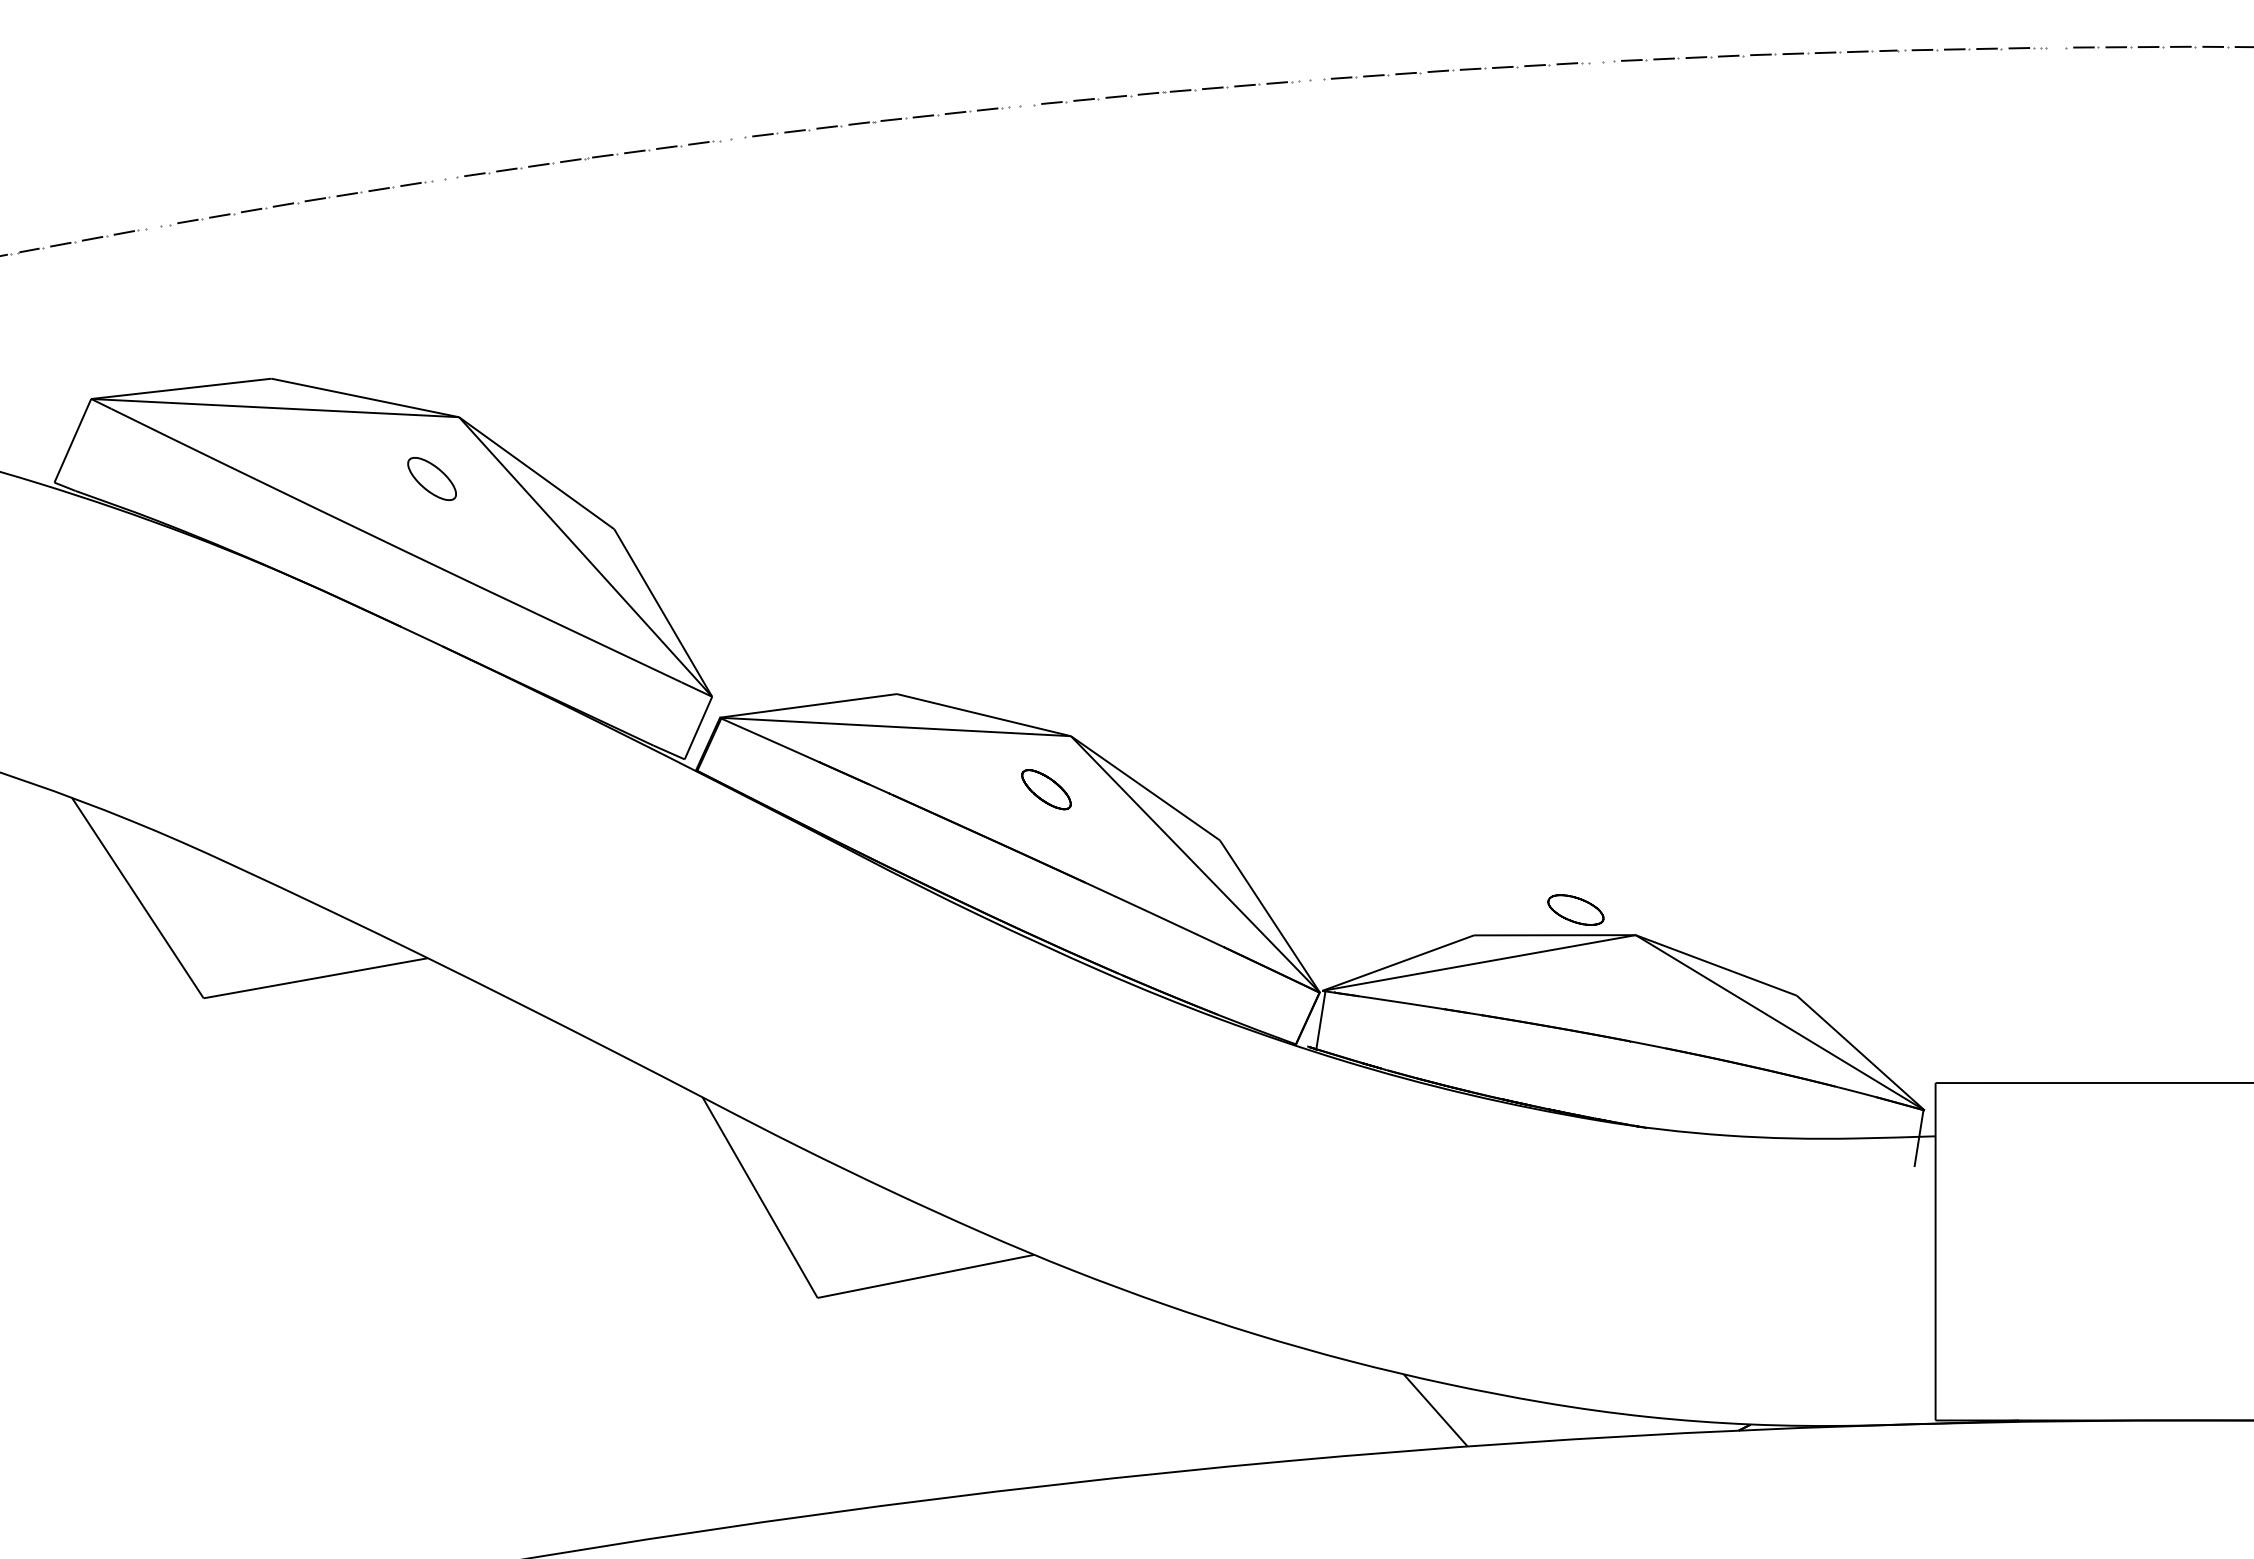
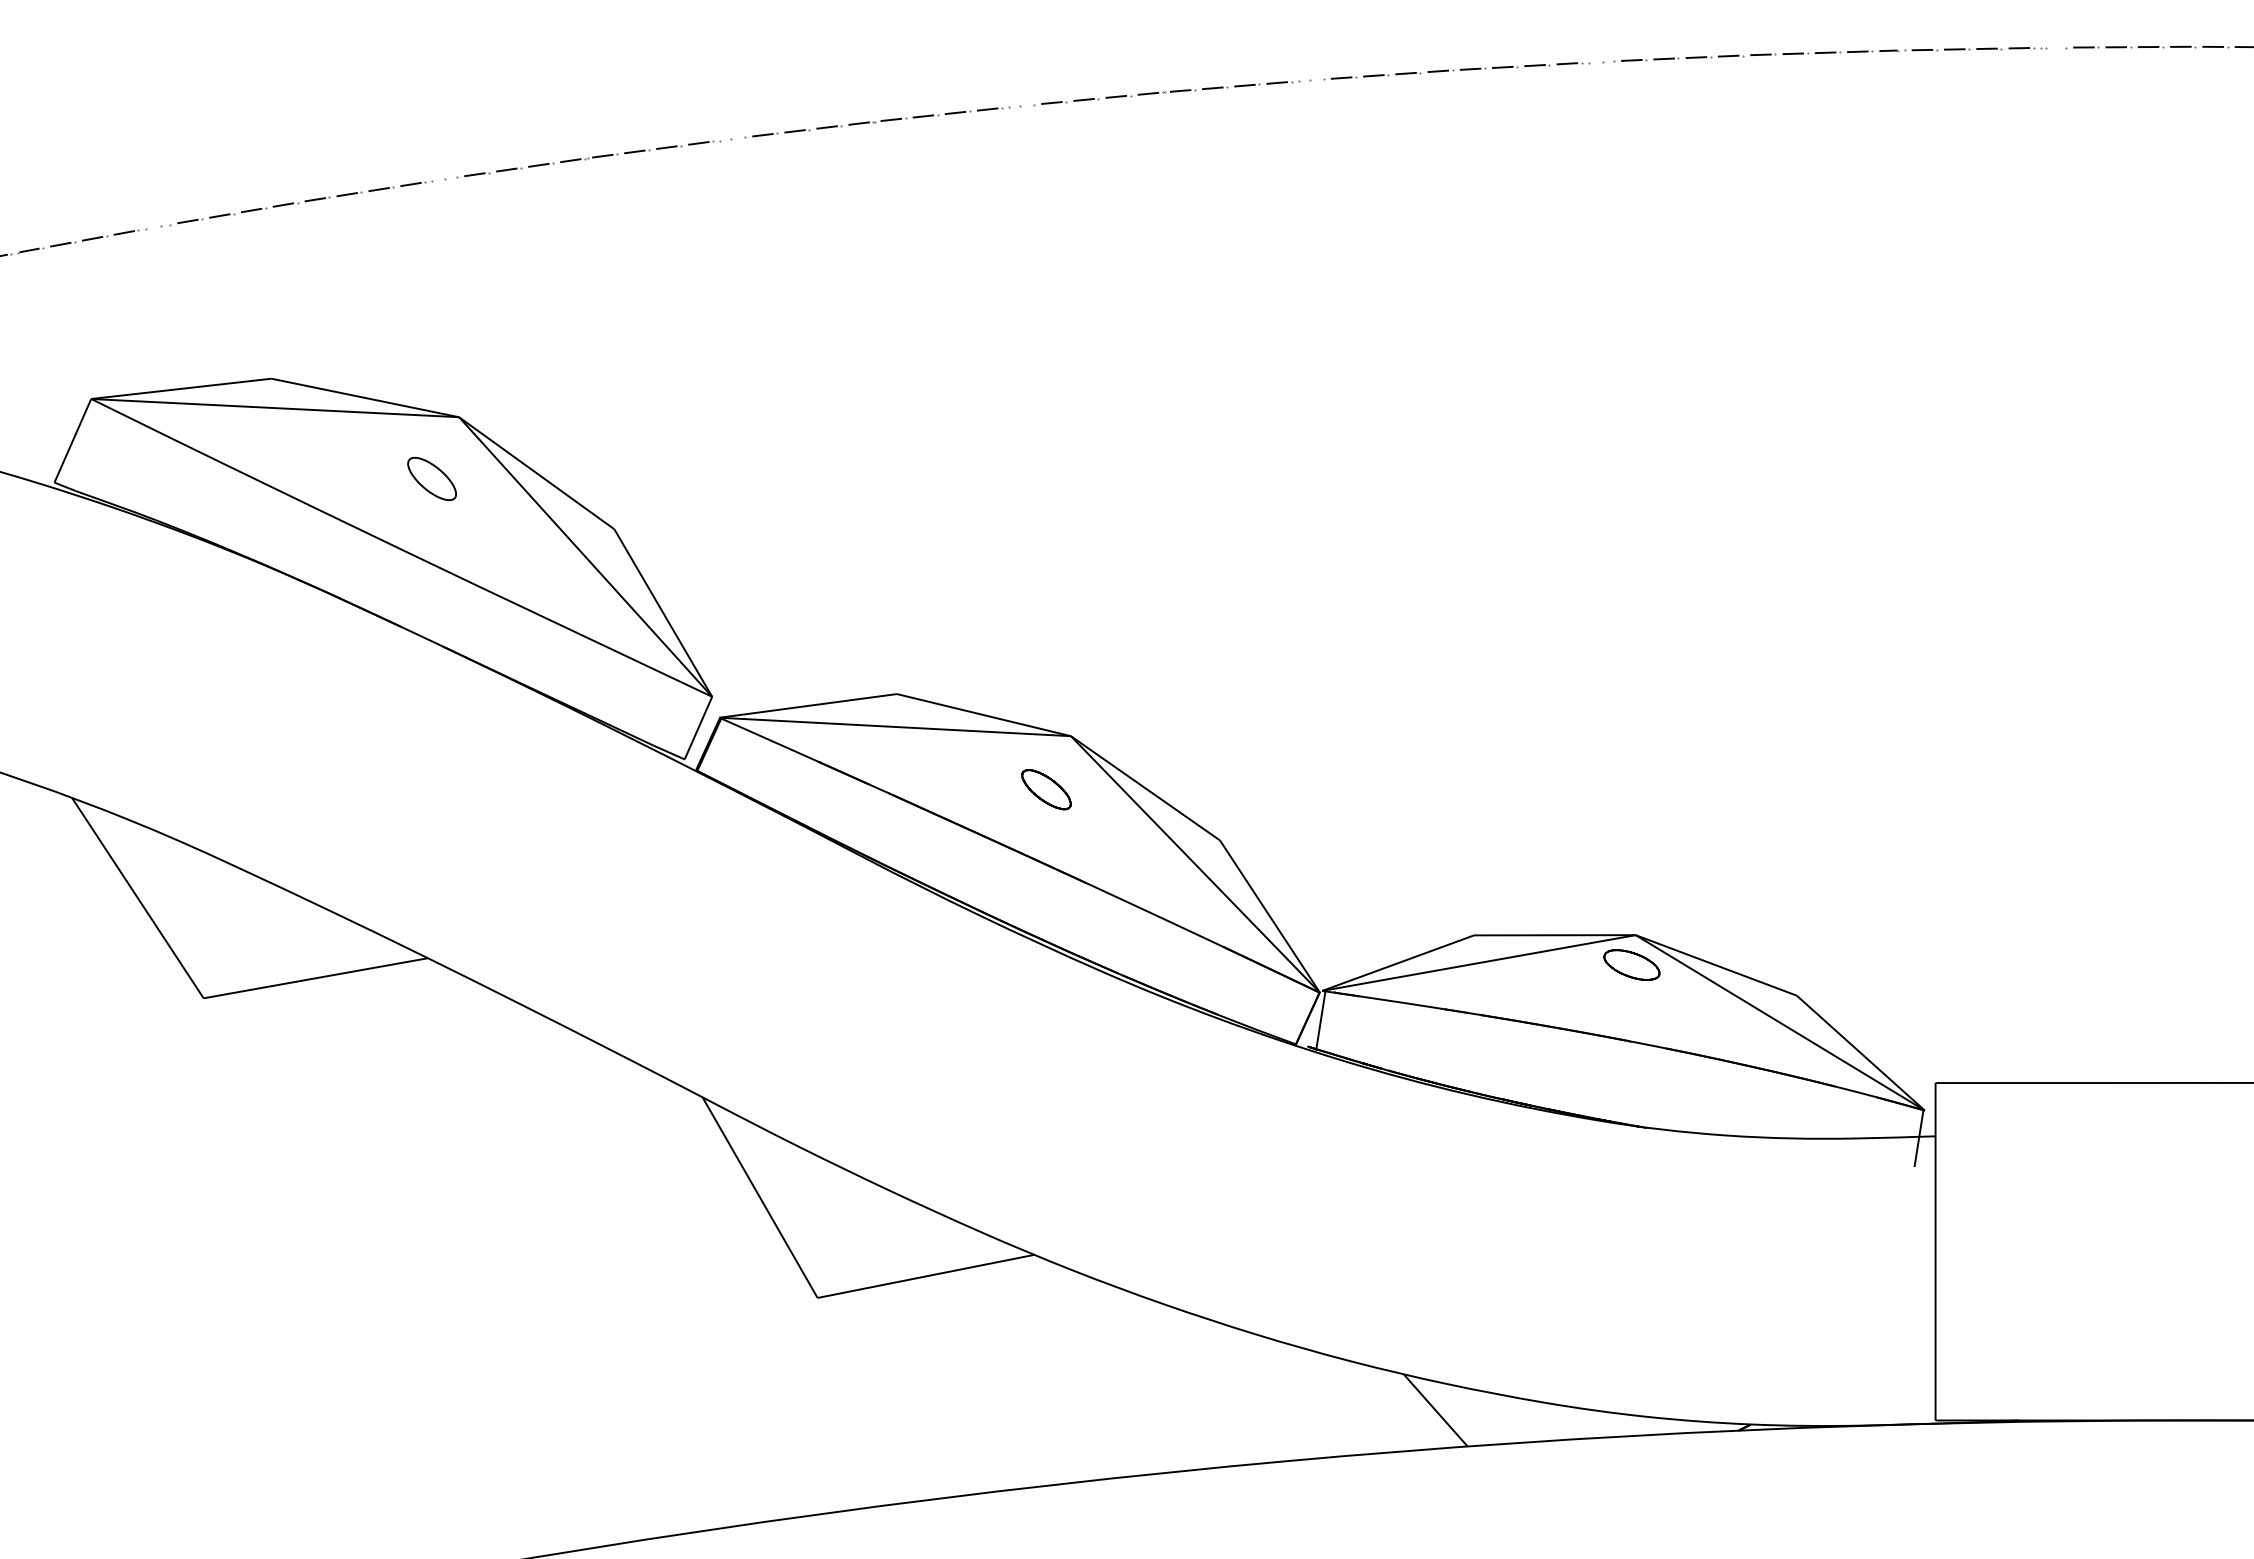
part at (1575, 909) position: (1575, 909) -> (1631, 964)
